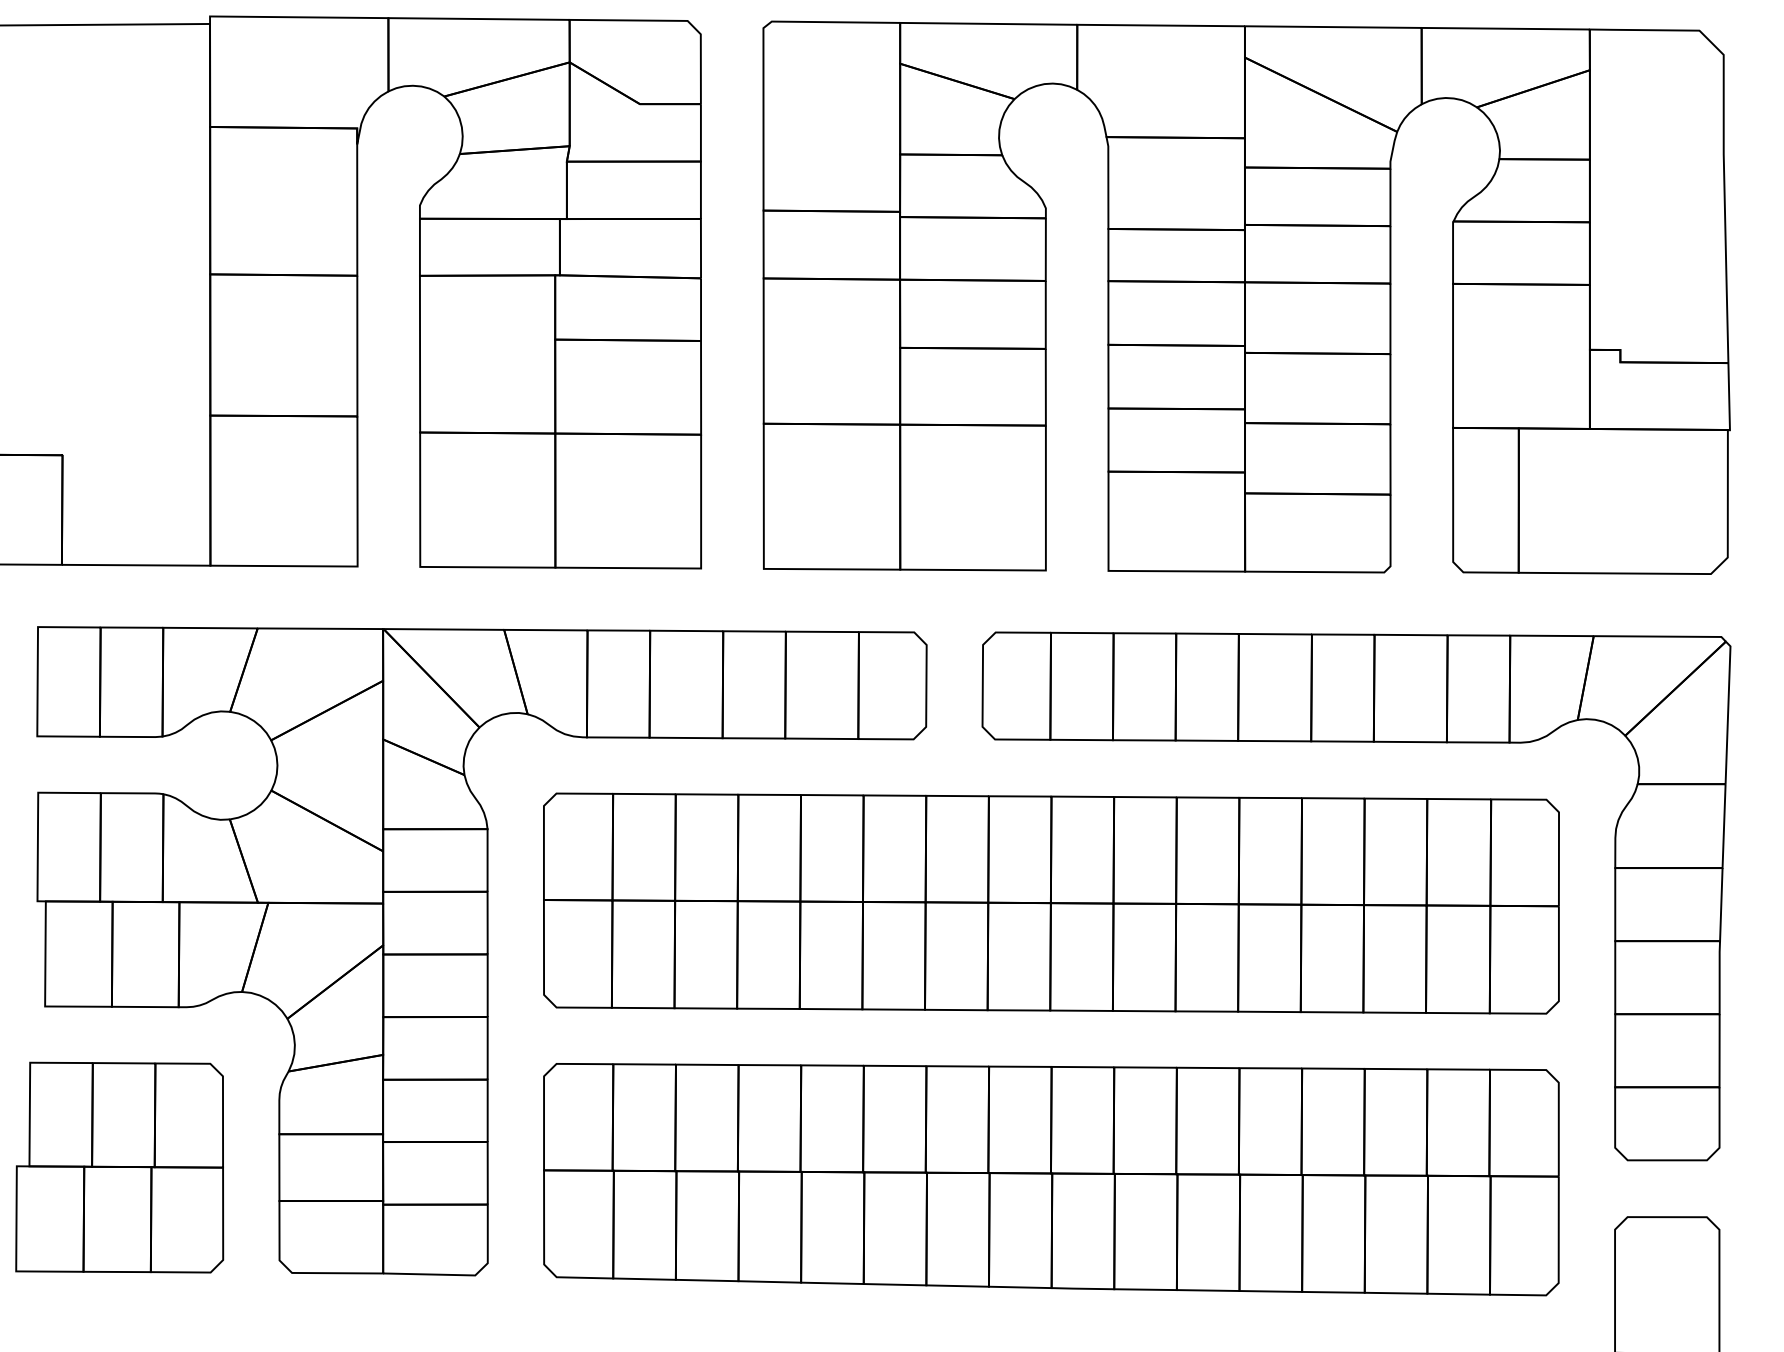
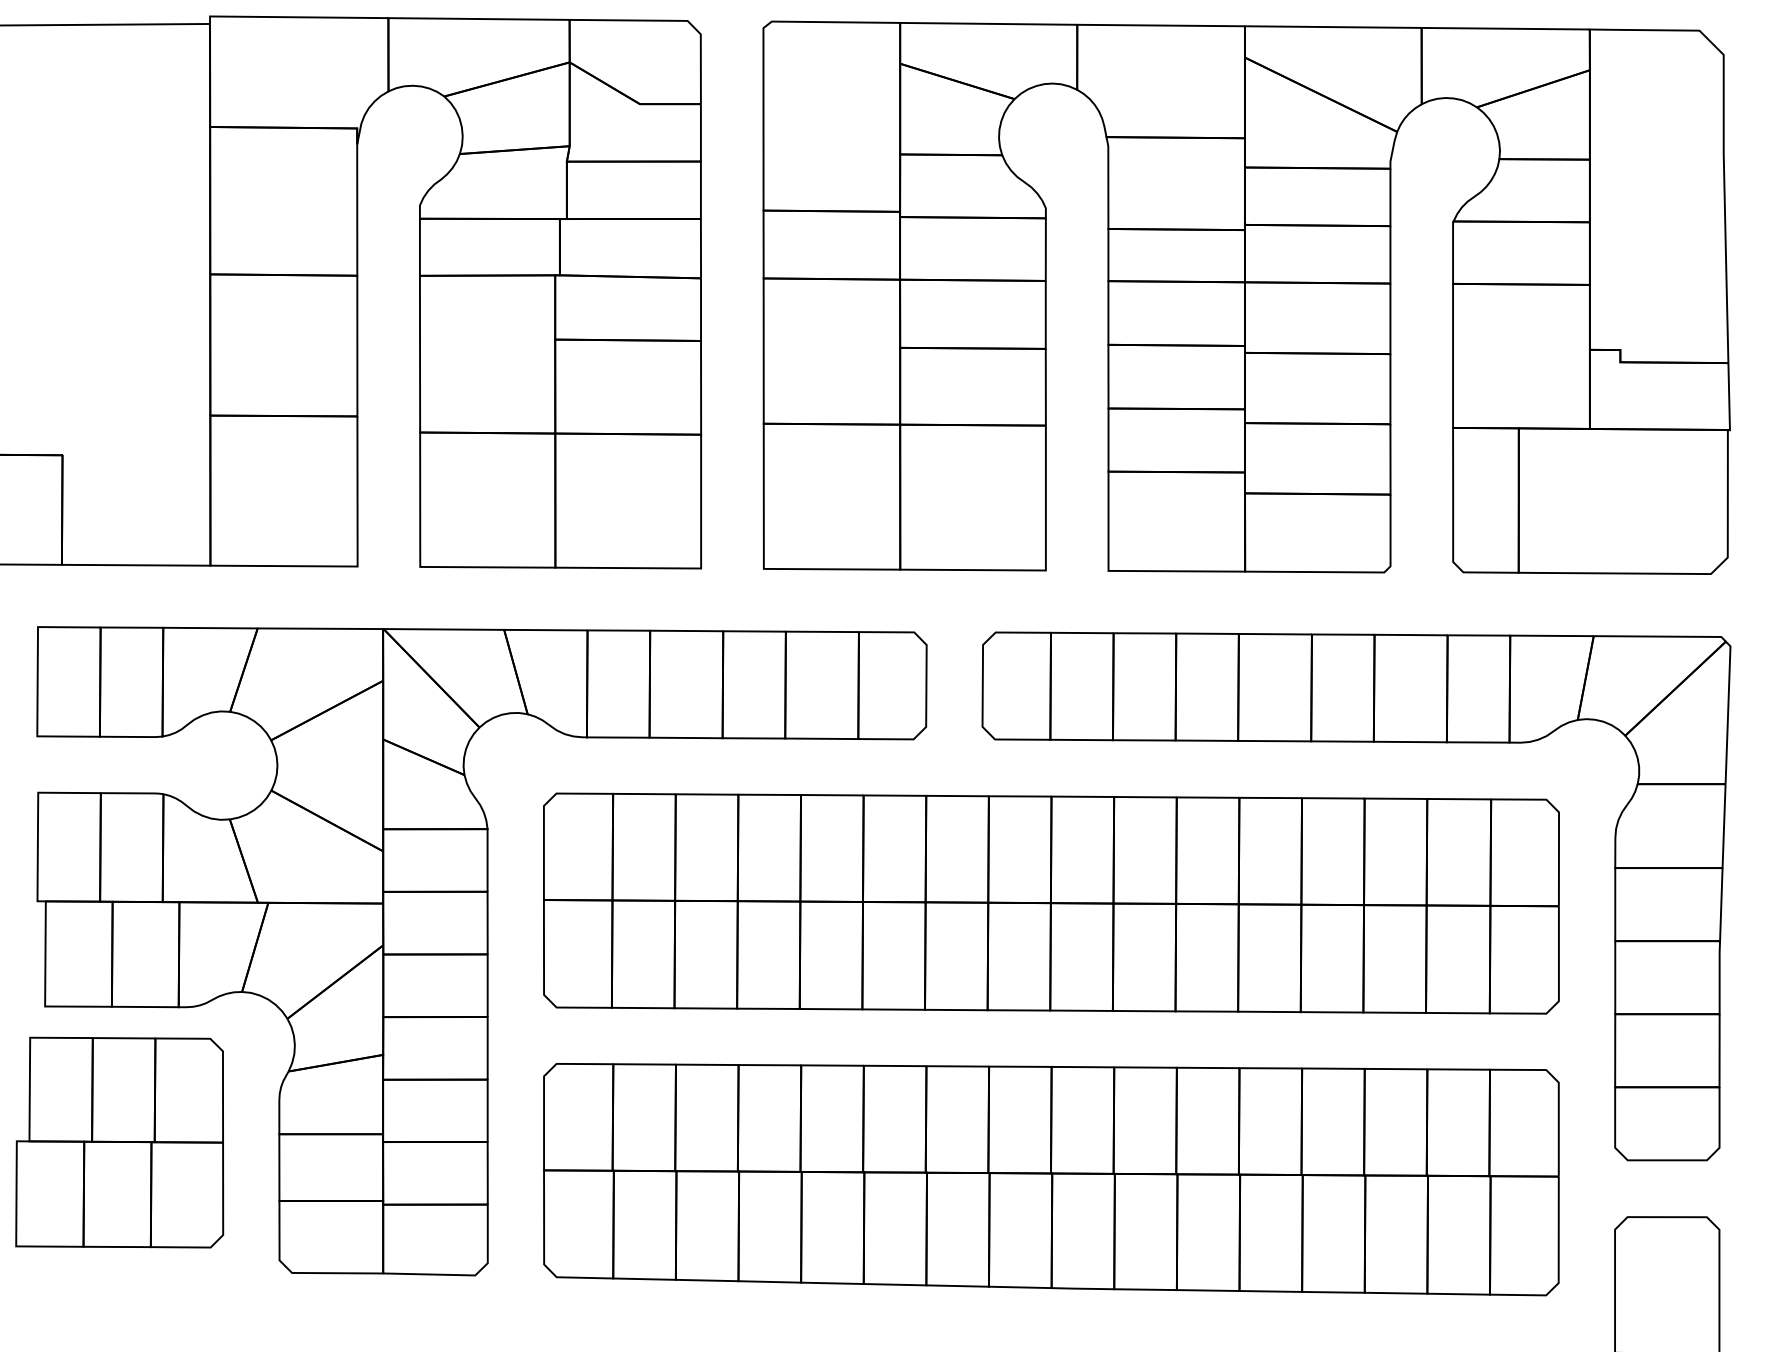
part at (119, 1167) position: (119, 1167) -> (119, 1142)
